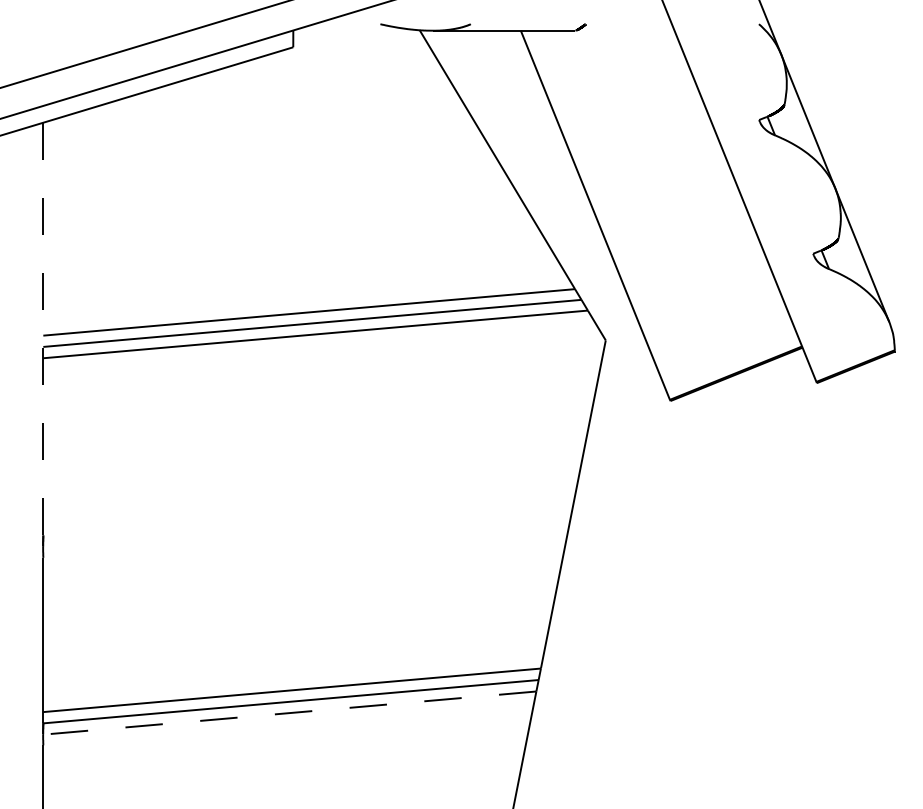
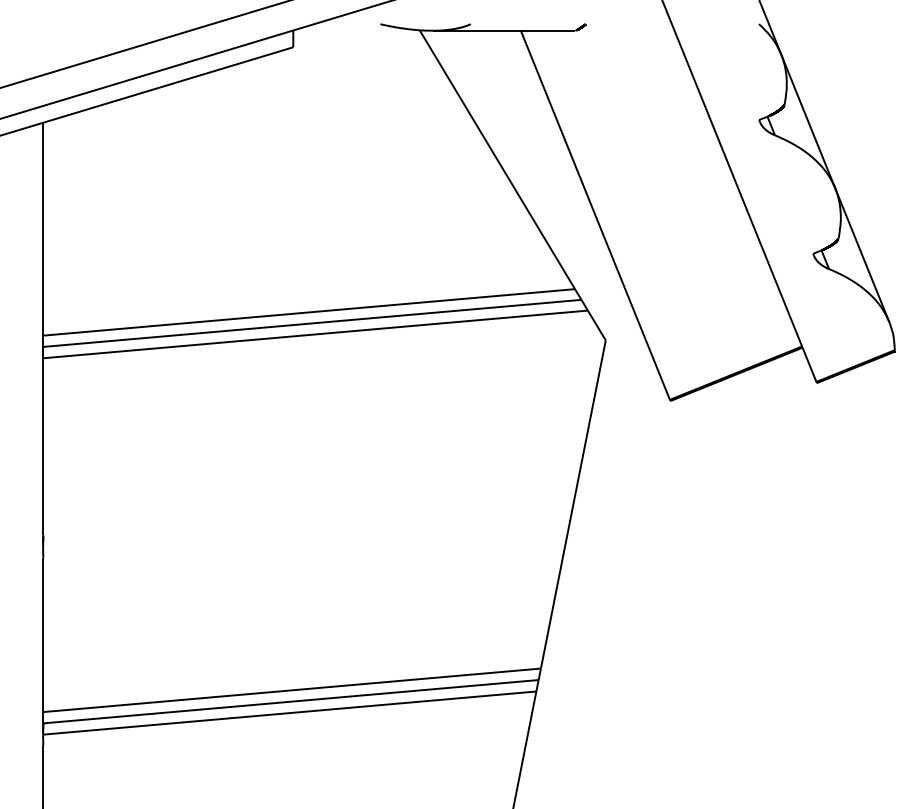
line at (43, 328): dashed -> solid
line at (289, 713): dashed -> solid
